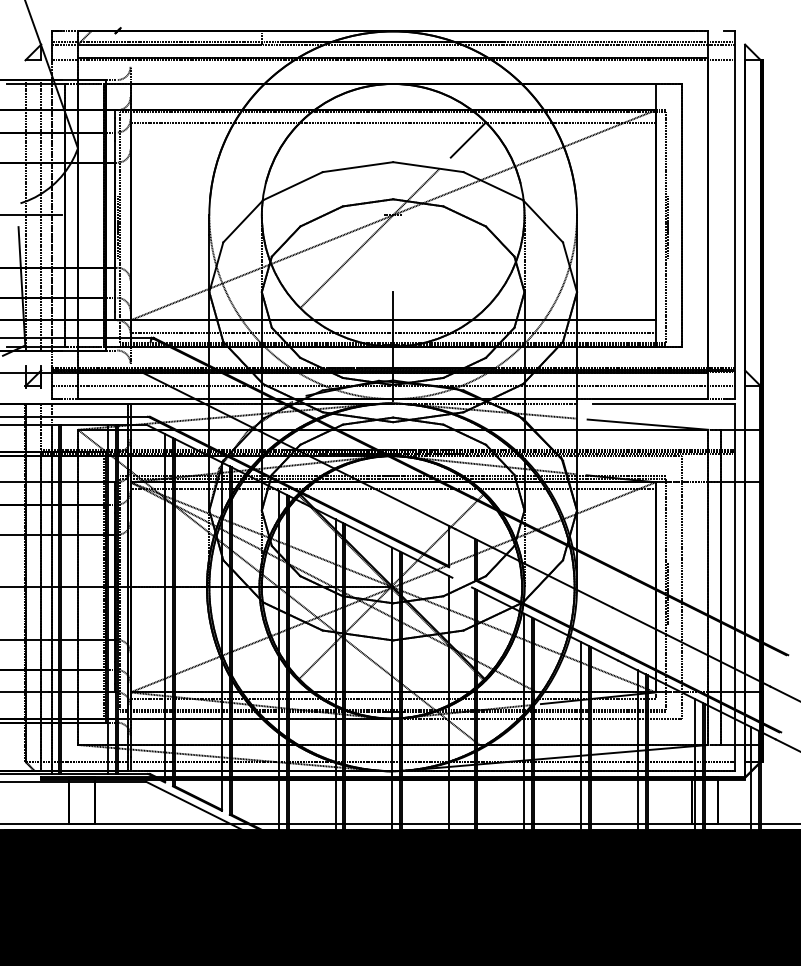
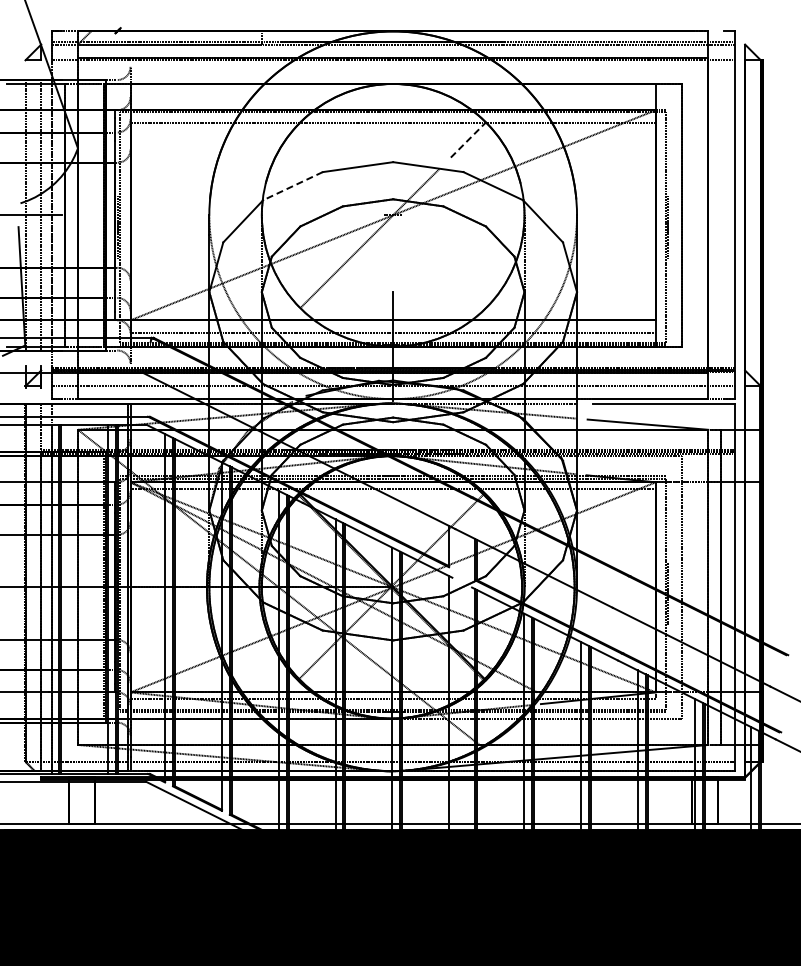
line at (468, 140): solid -> dashed
line at (292, 186): solid -> dashed
